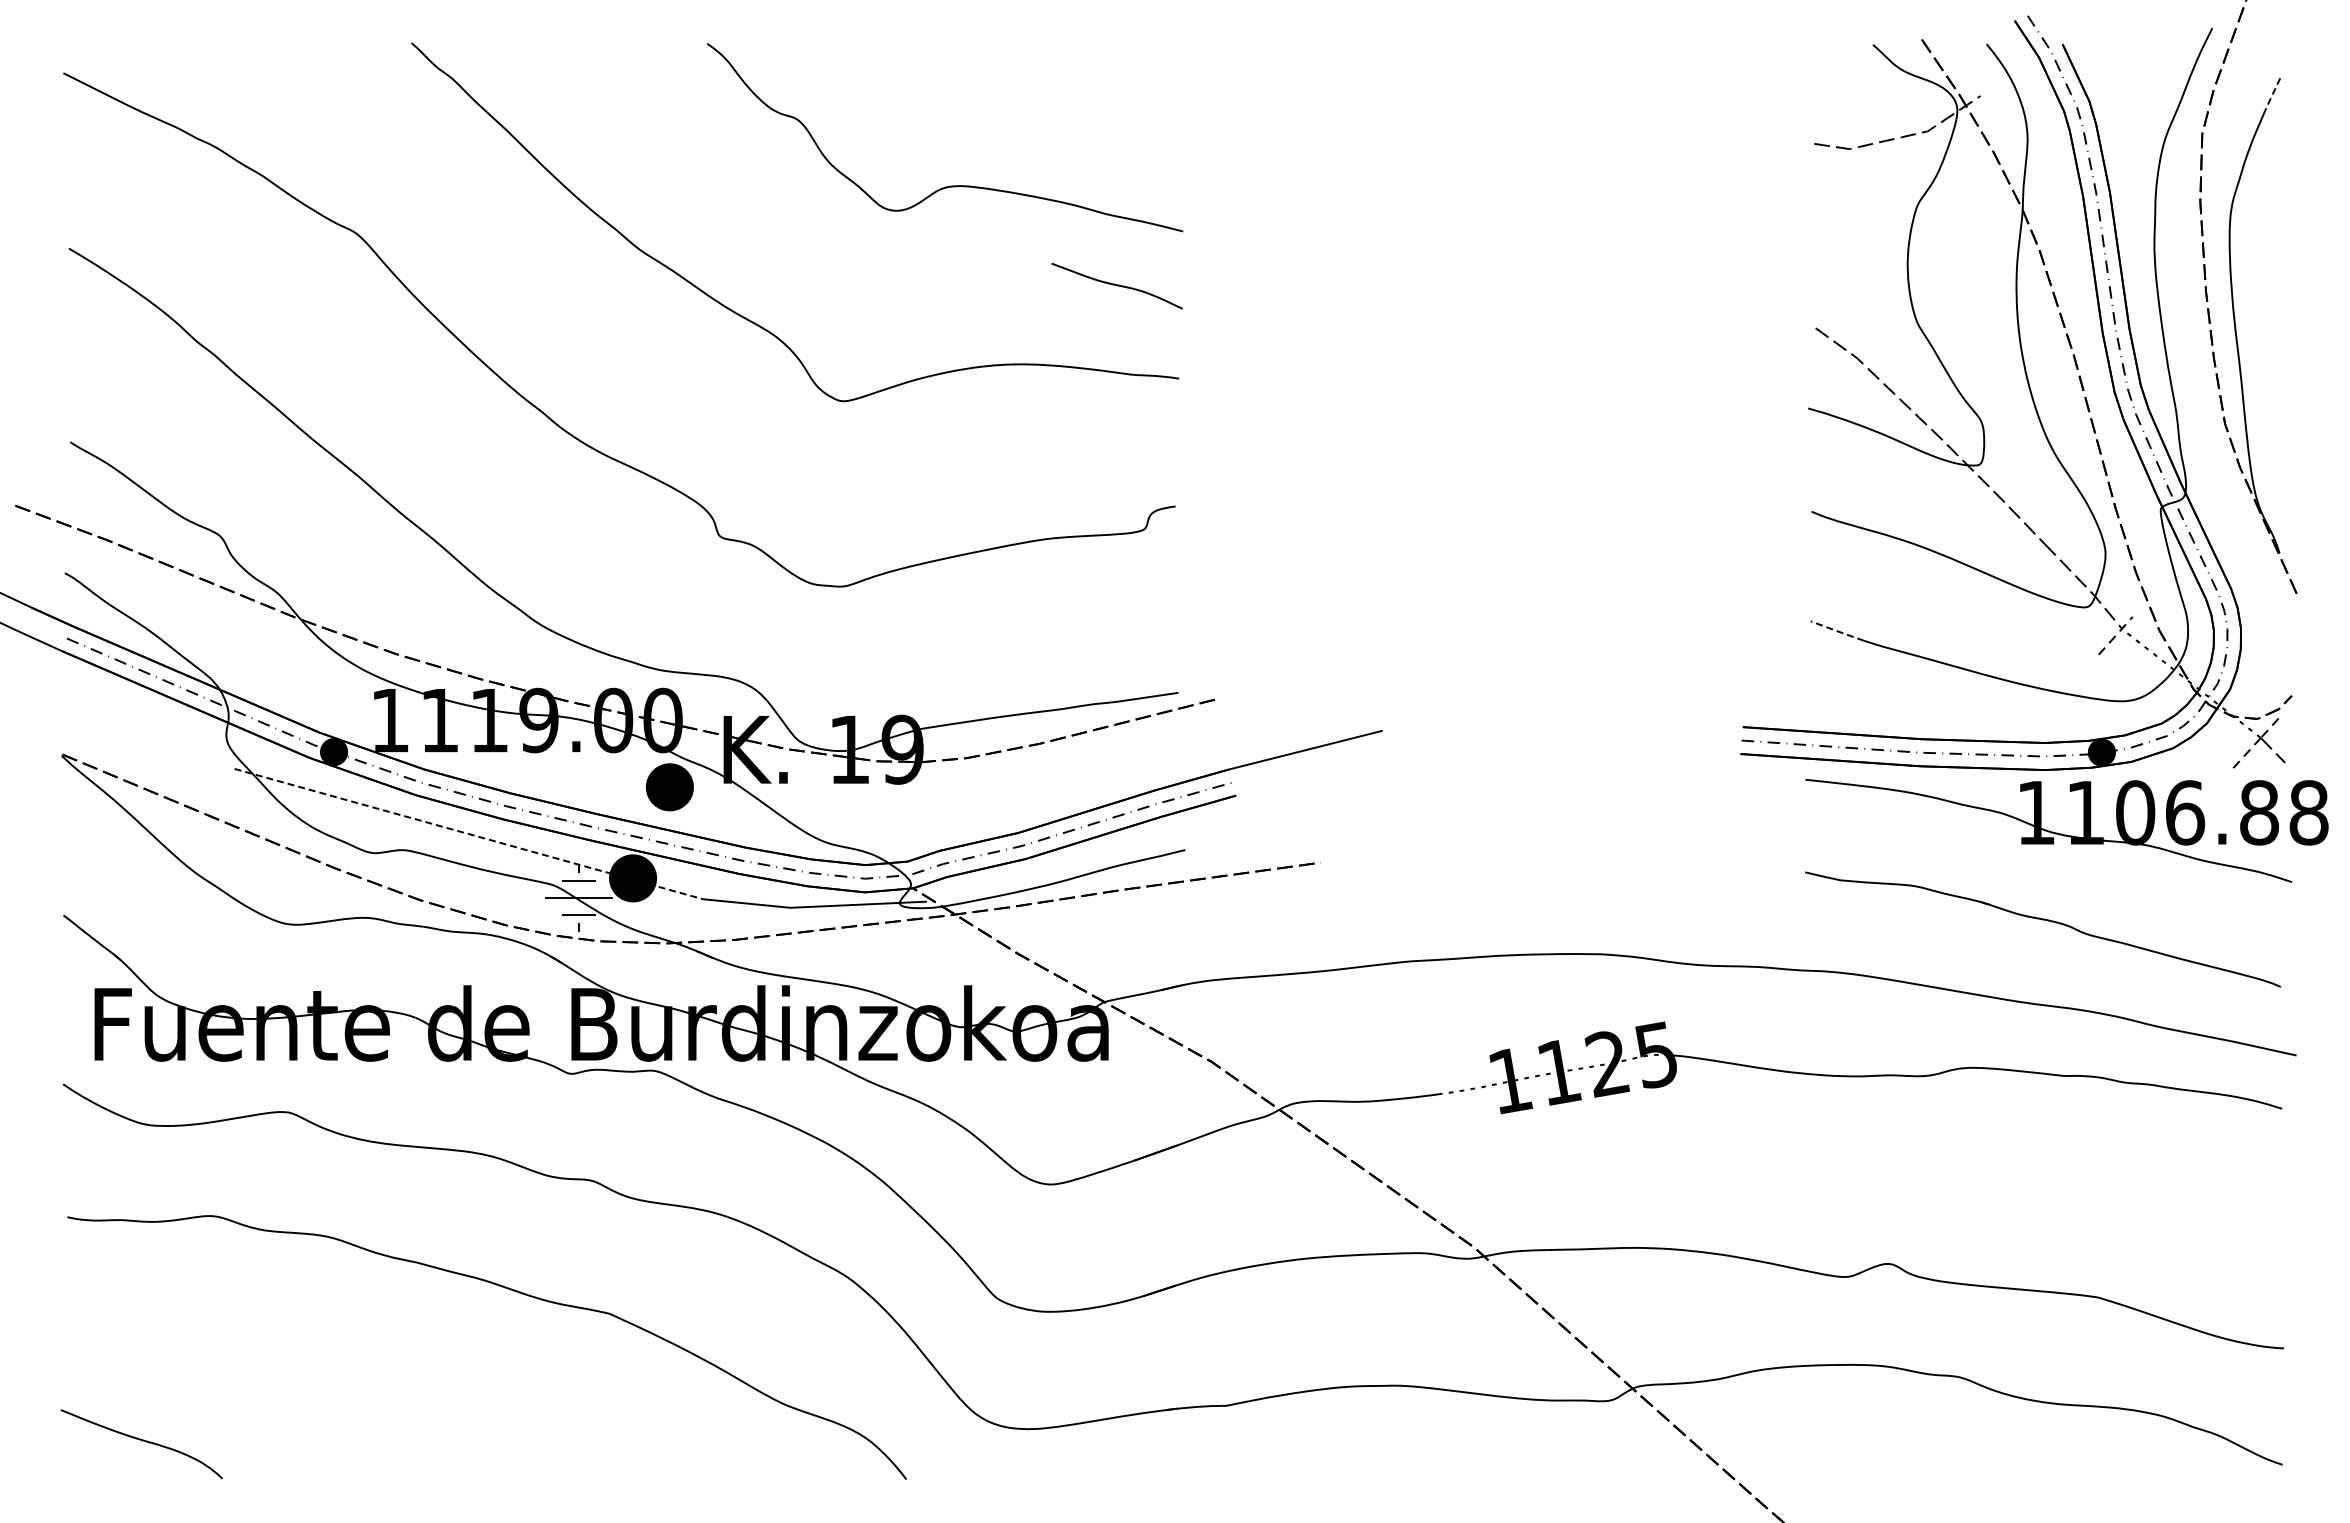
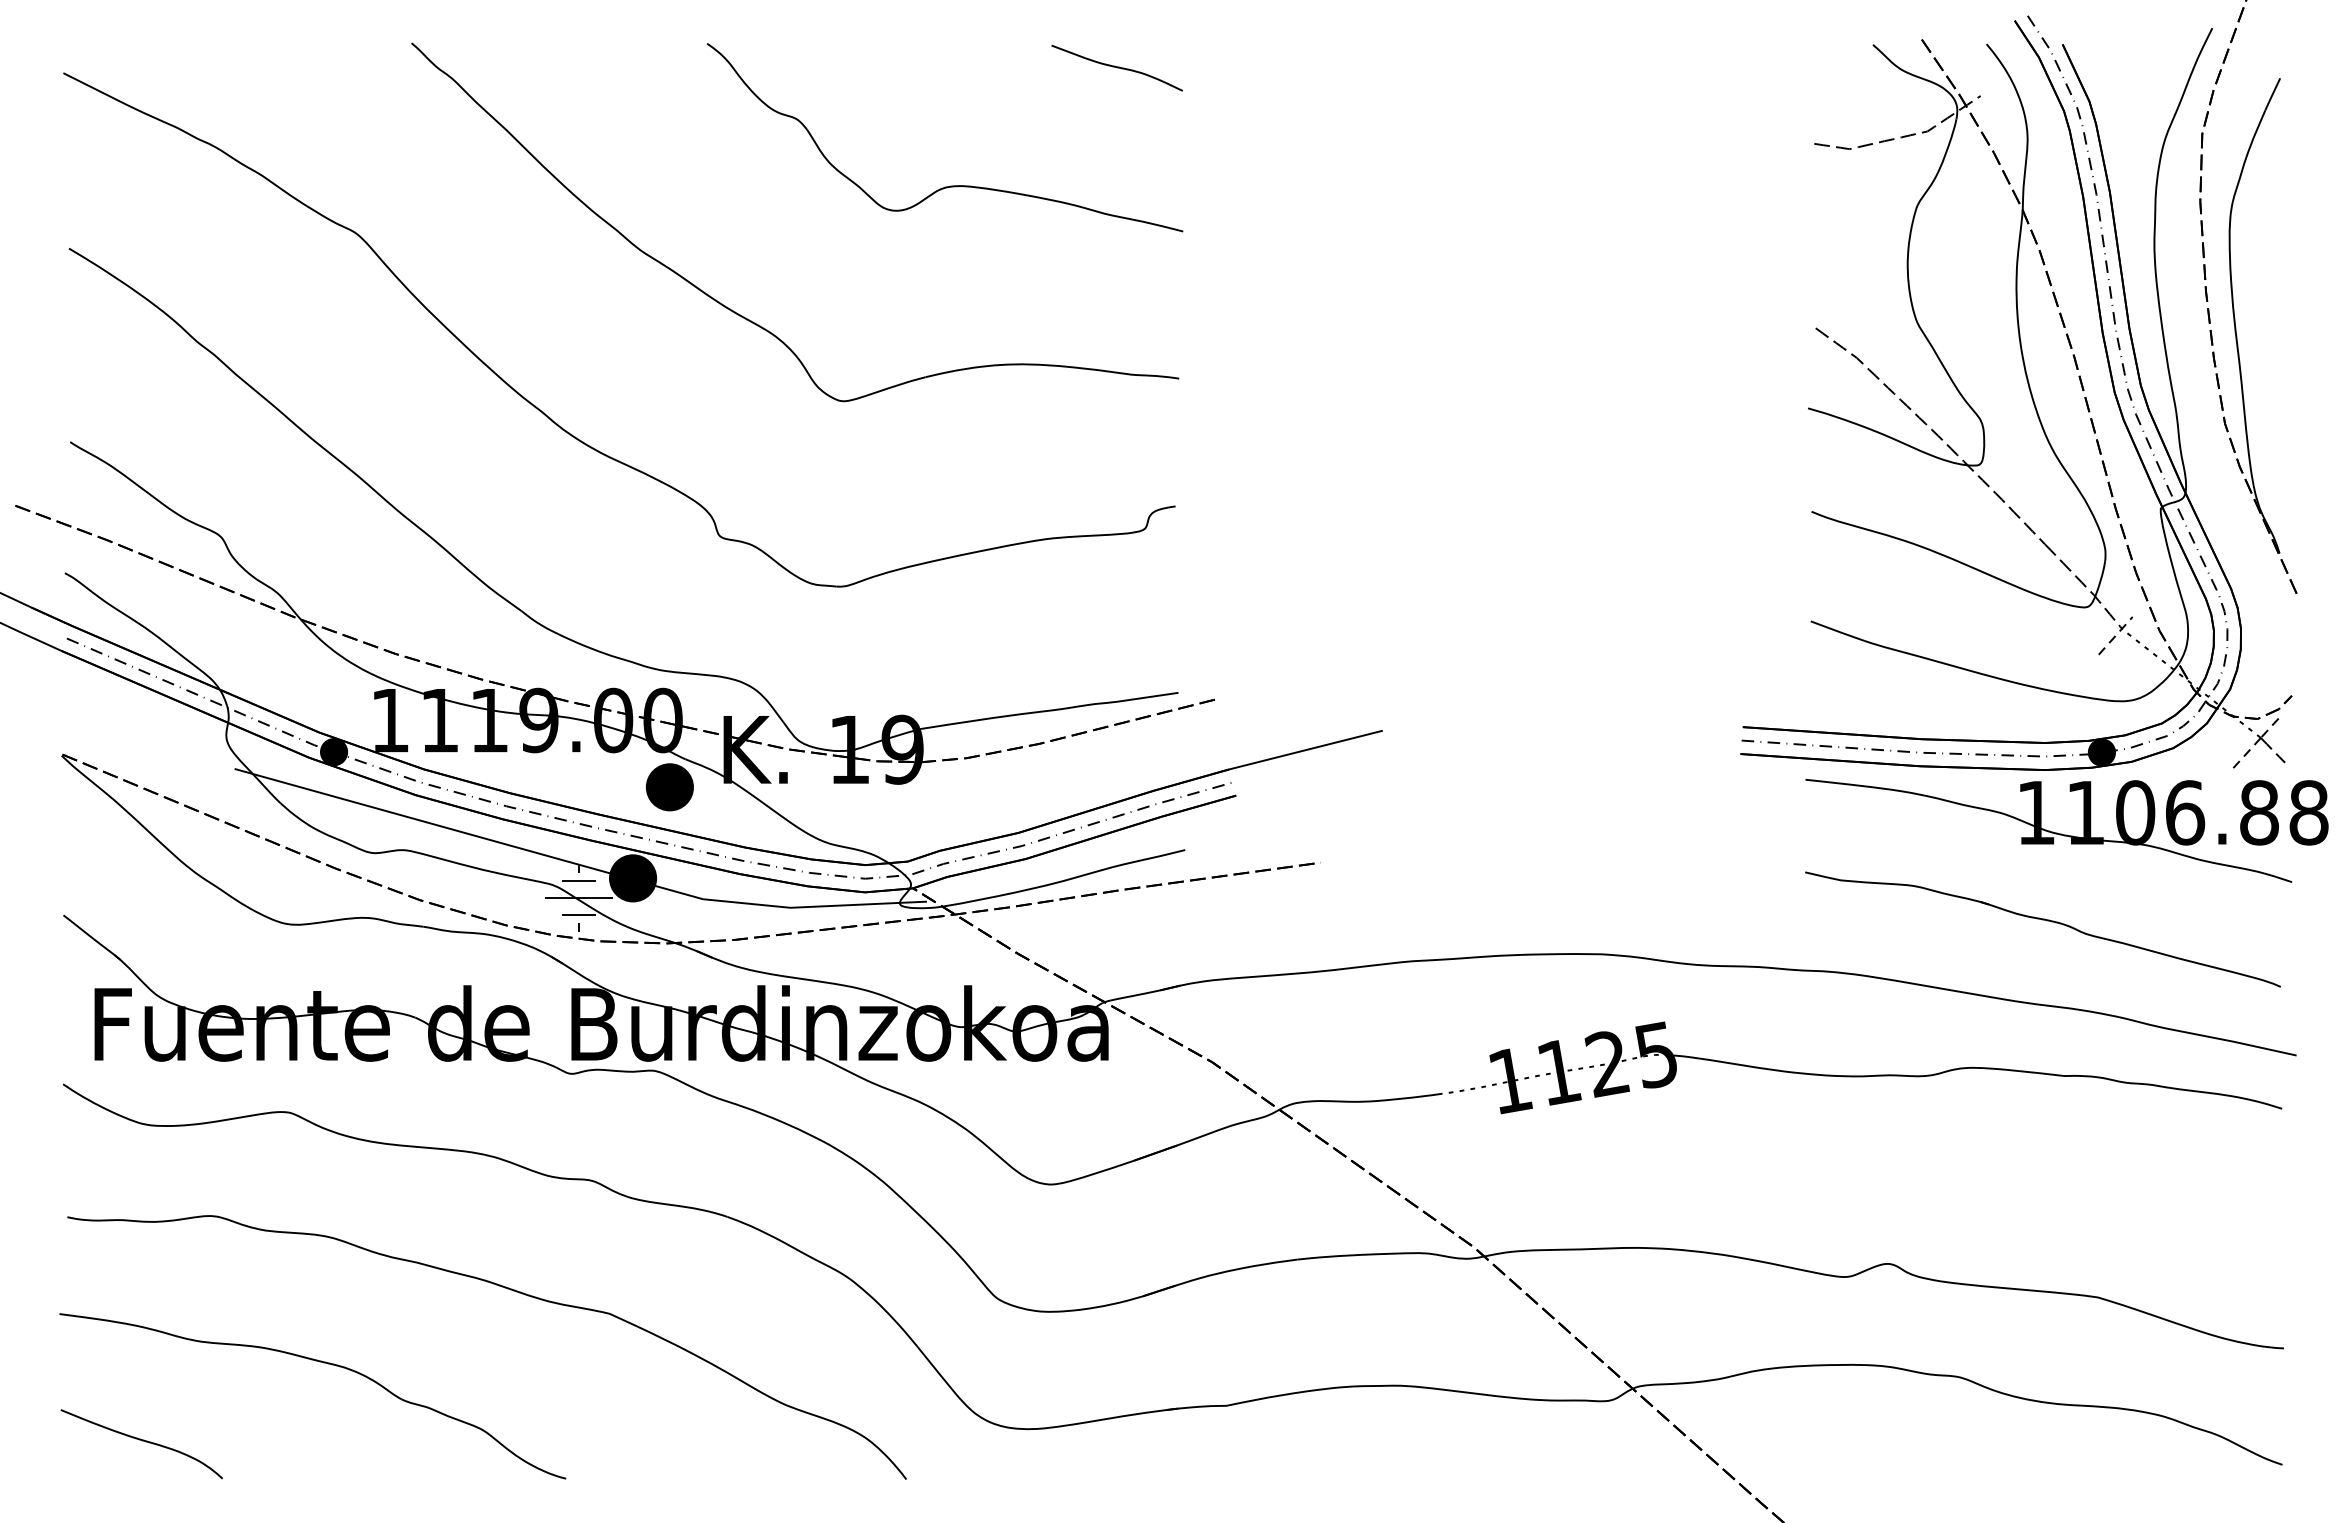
line at (2272, 95): dashed -> solid
curve at (1116, 285) position: (1116, 285) -> (1116, 67)
line at (1837, 631): dashed -> solid
line at (469, 834): dashed -> solid
part at (319, 1362): none -> present
